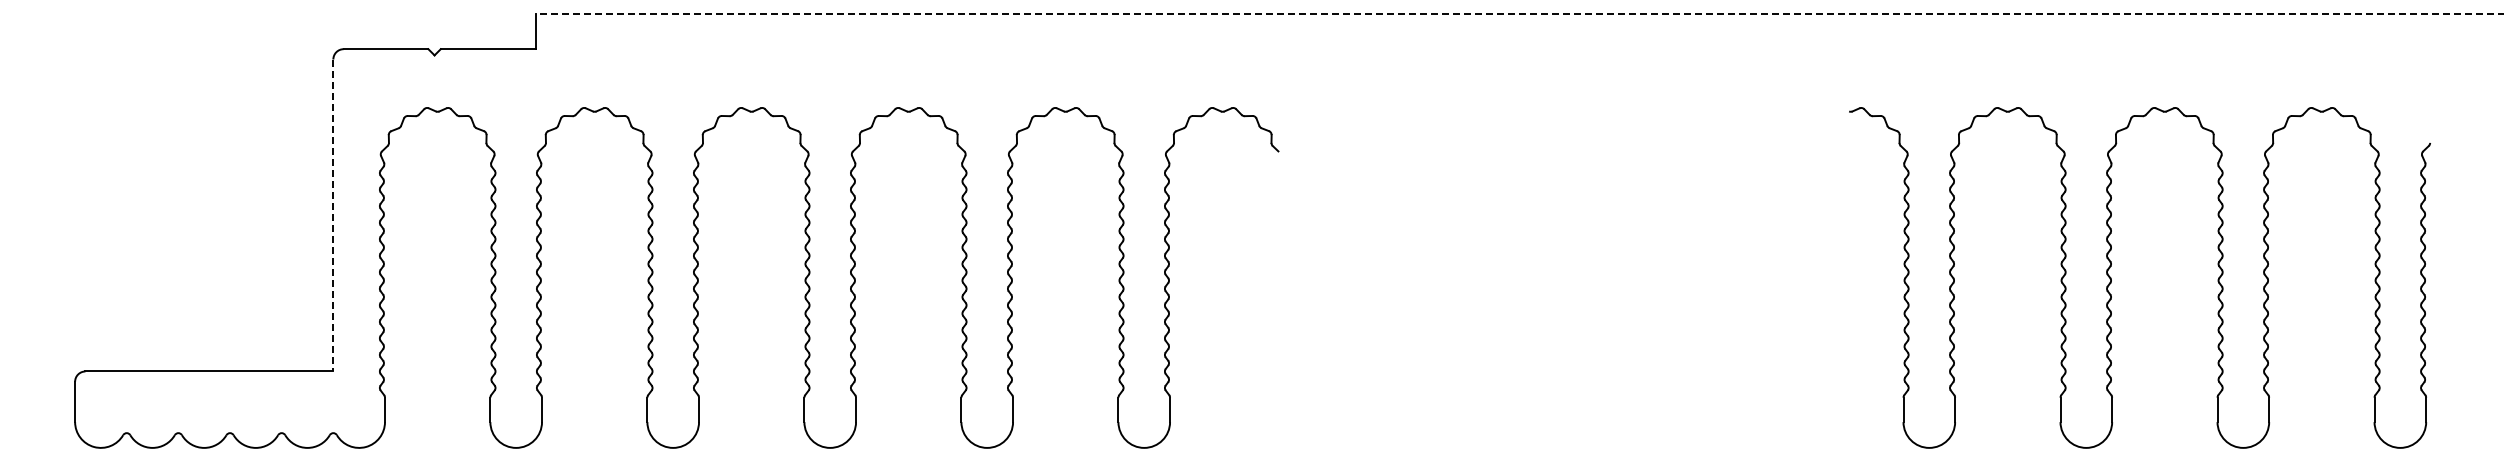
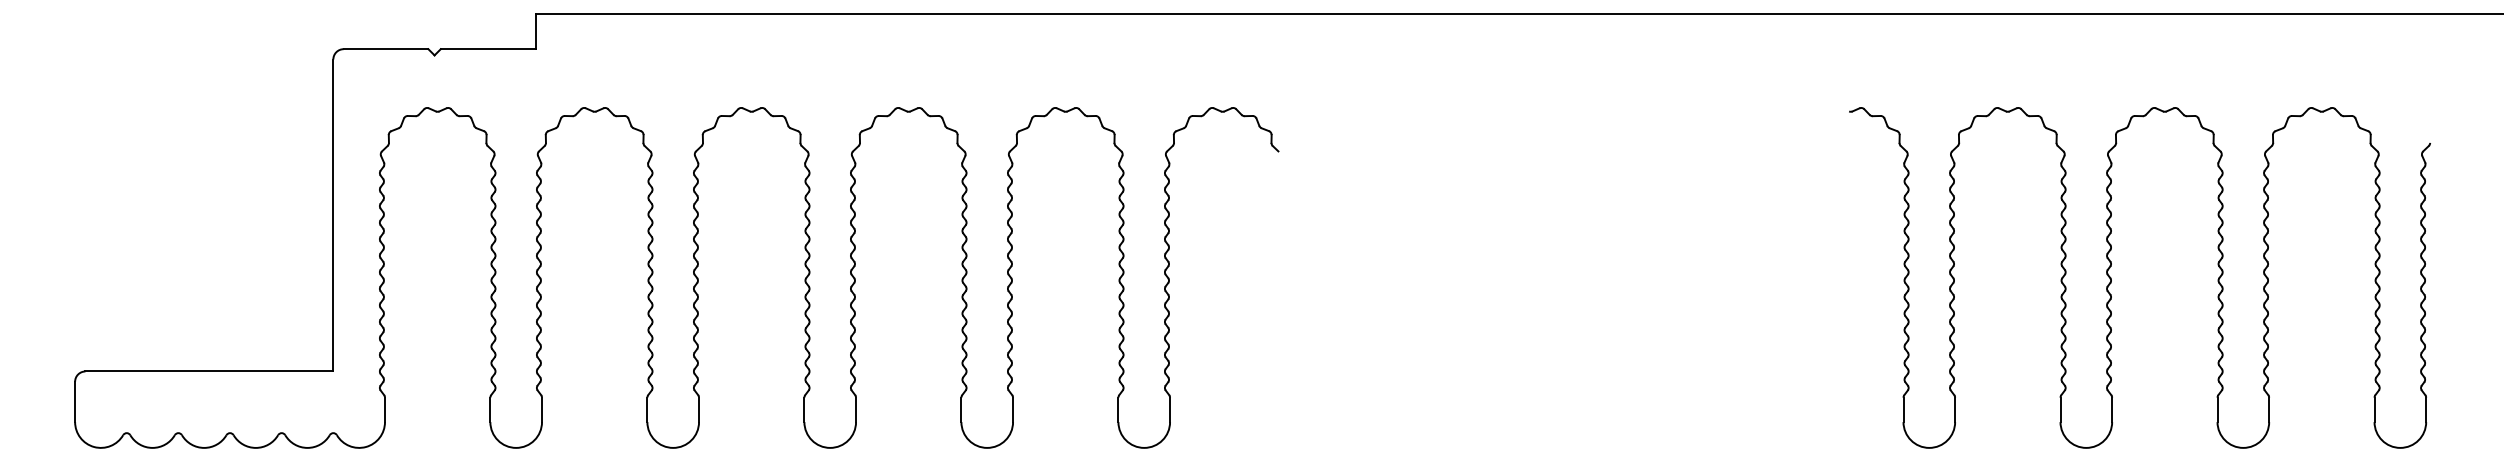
line at (1519, 14): dashed -> solid
line at (333, 215): dashed -> solid
